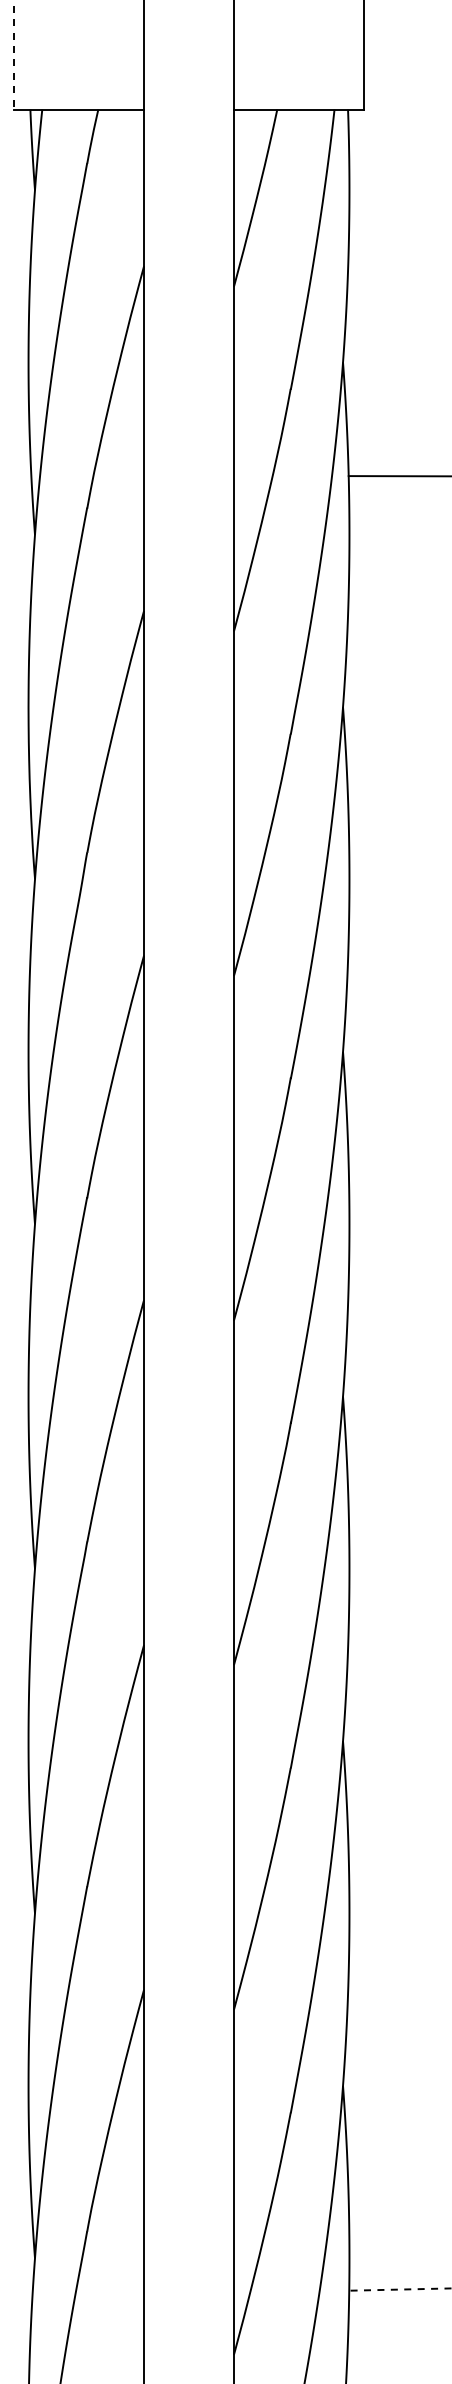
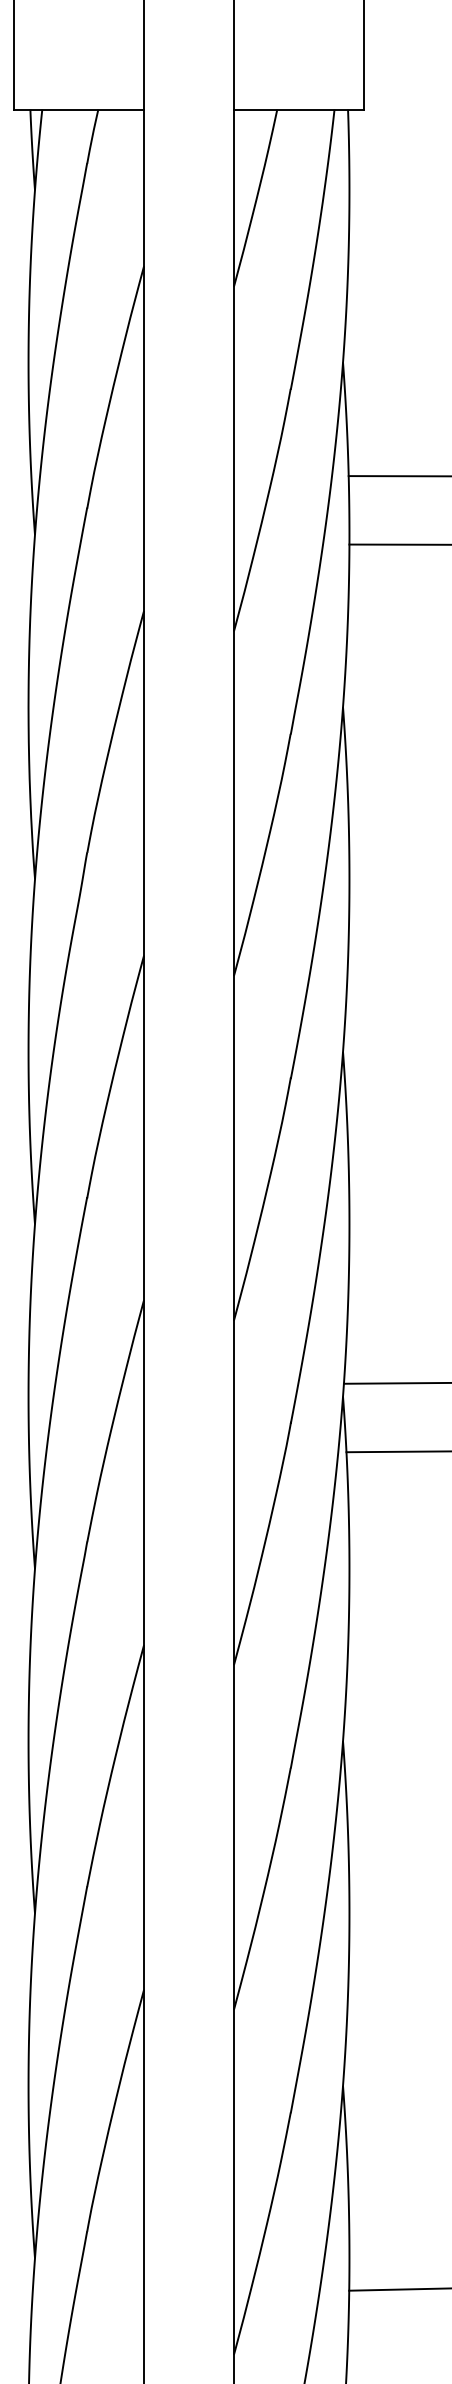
line at (13, 55): dashed -> solid
line at (398, 544): none -> present
line at (395, 1382): none -> present
line at (397, 1451): none -> present
line at (400, 2289): dashed -> solid
